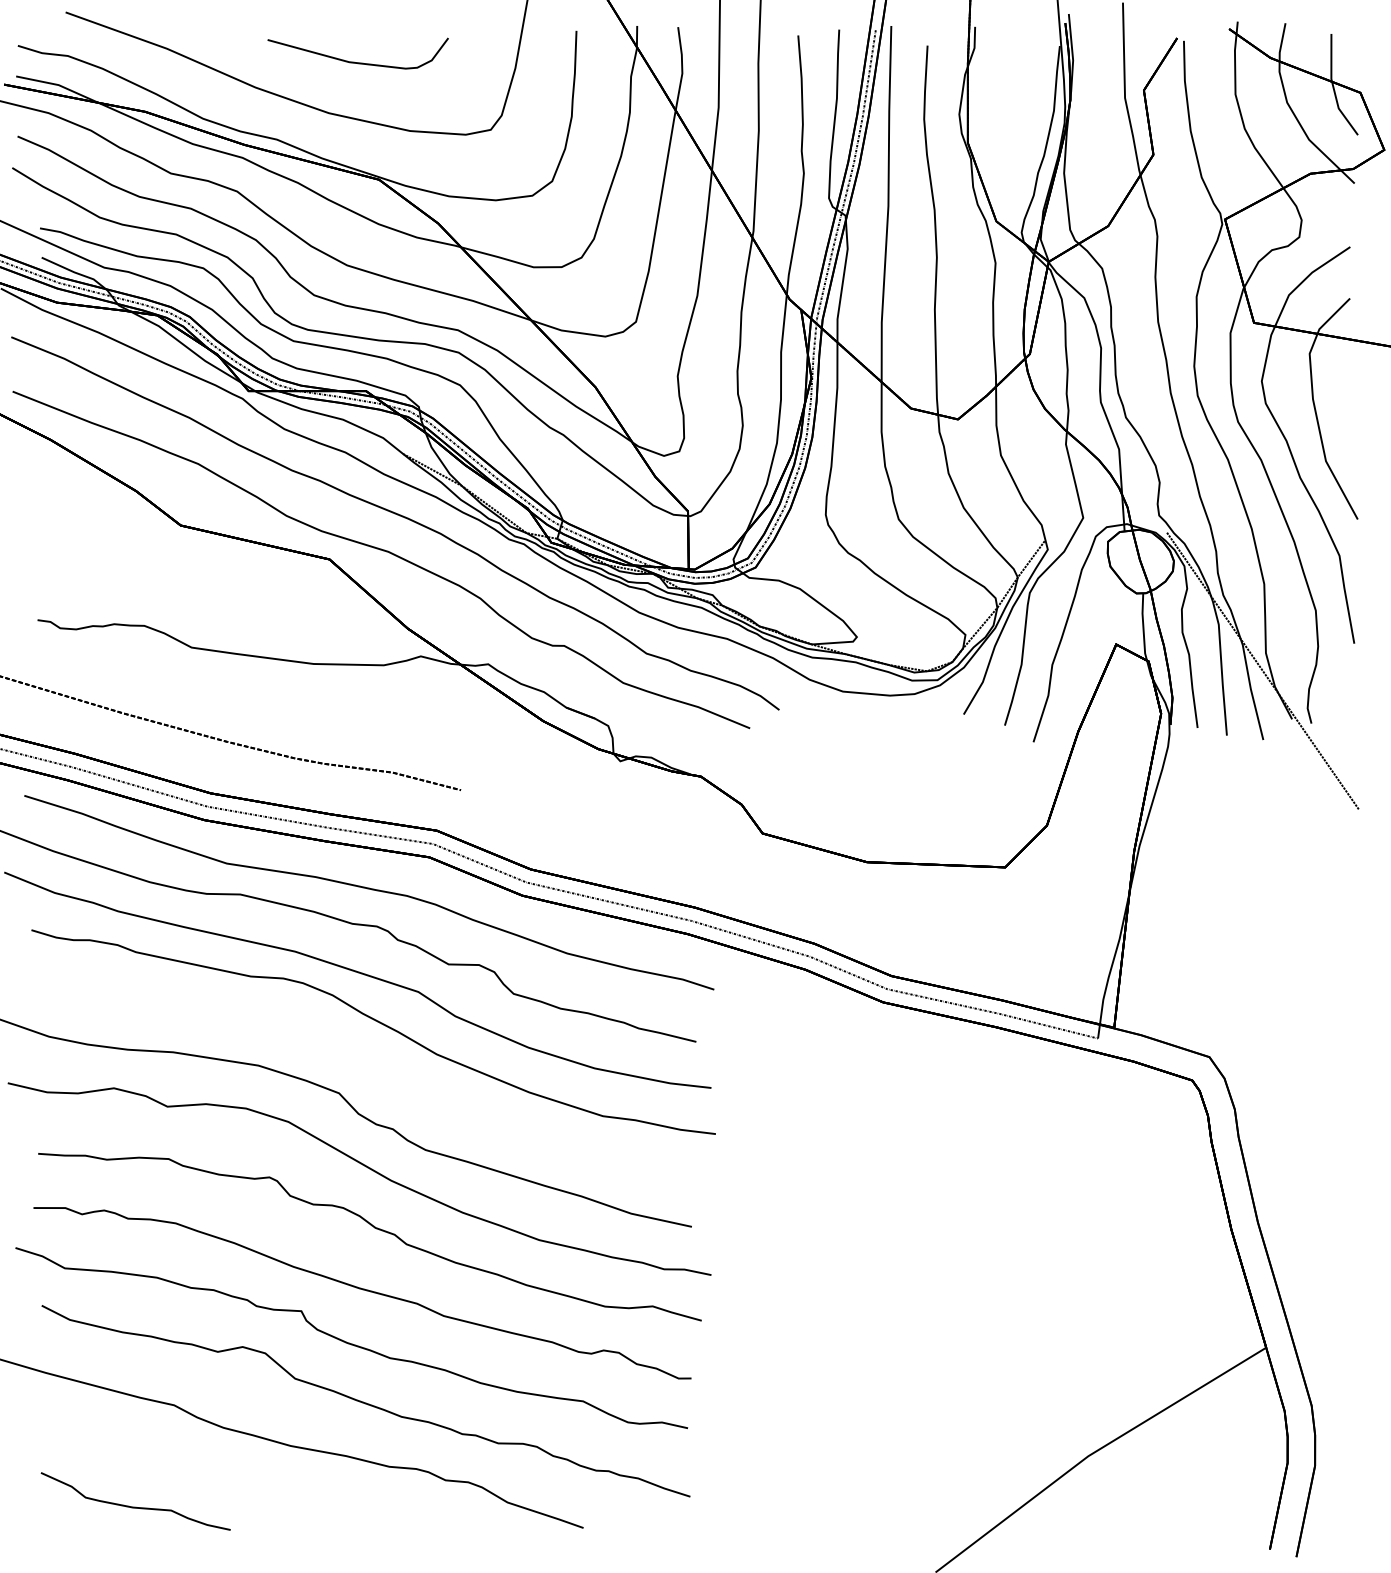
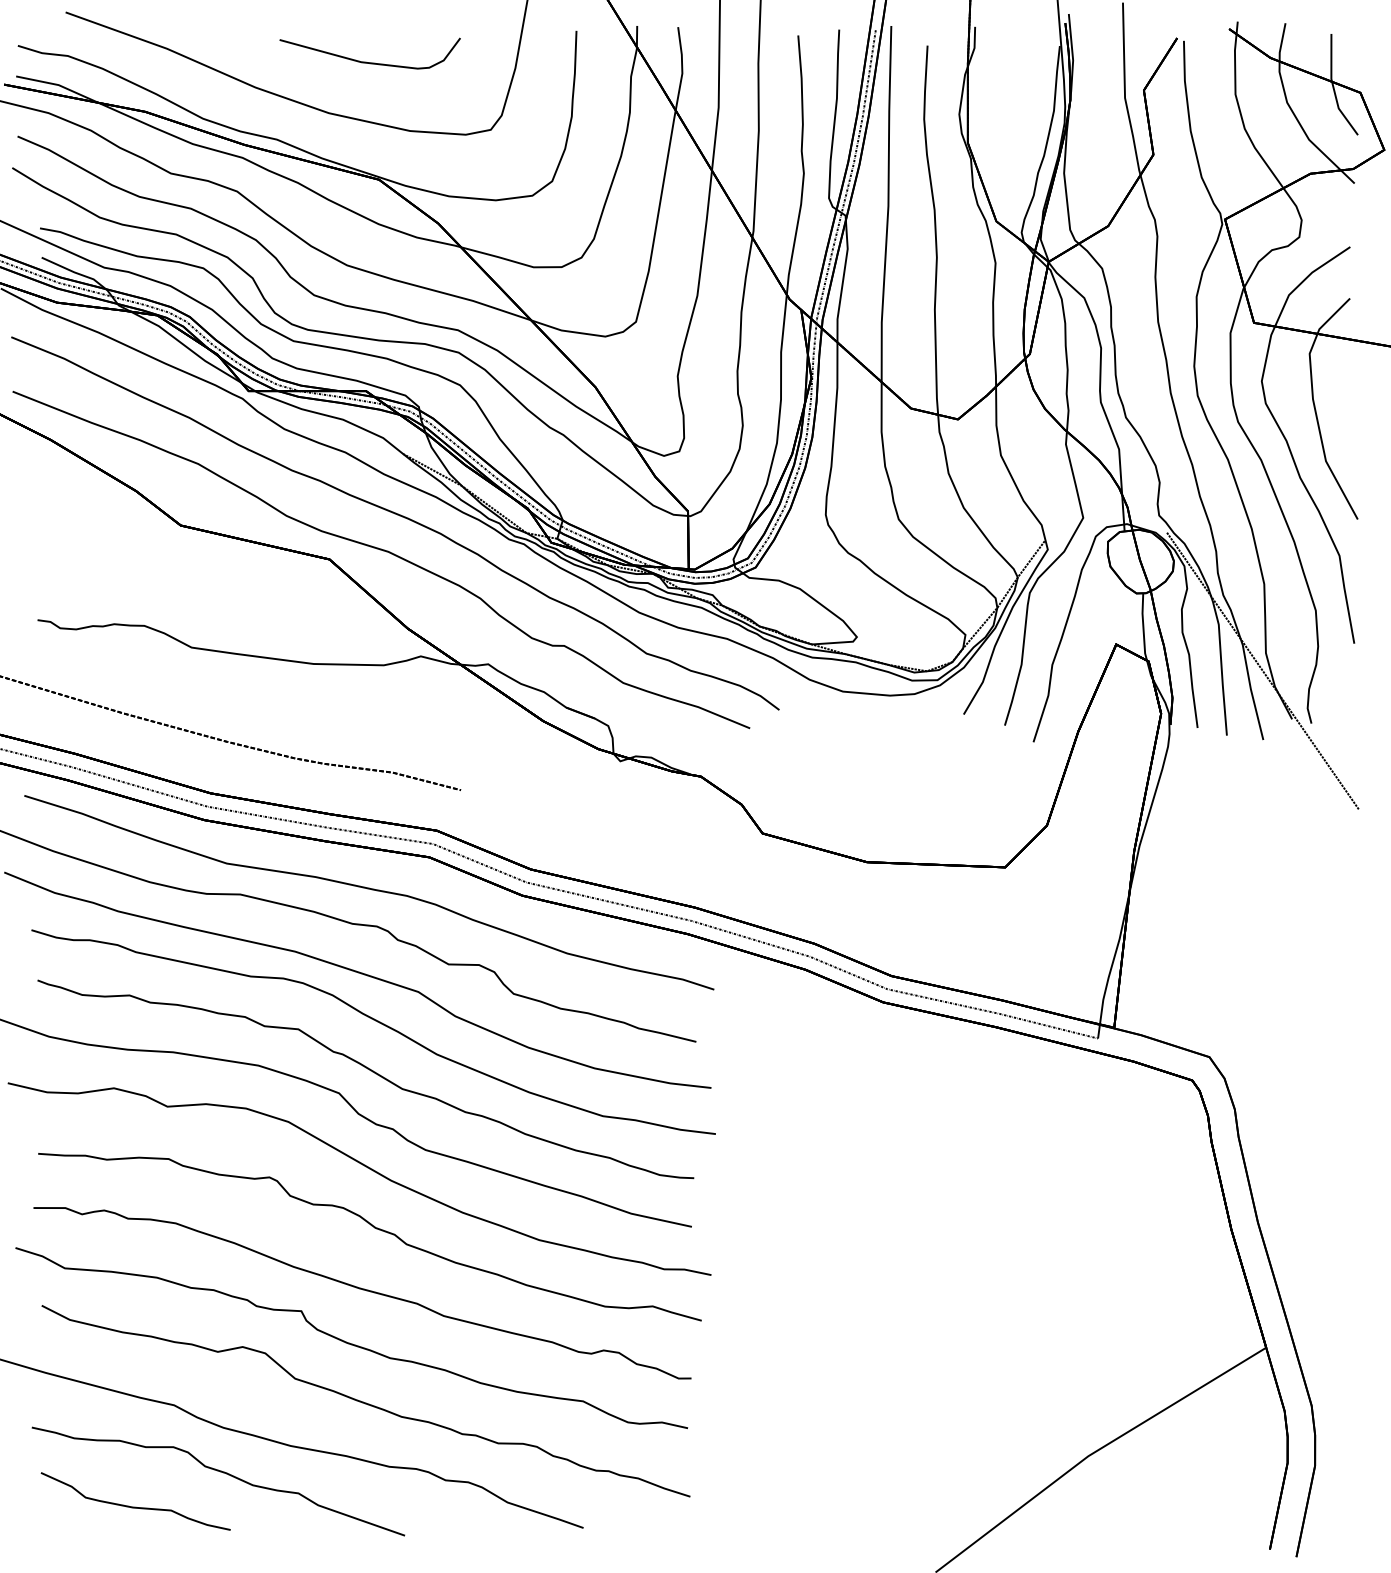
part at (354, 61) position: (354, 61) -> (366, 61)
part at (370, 1071): none -> present
part at (220, 1472): none -> present
